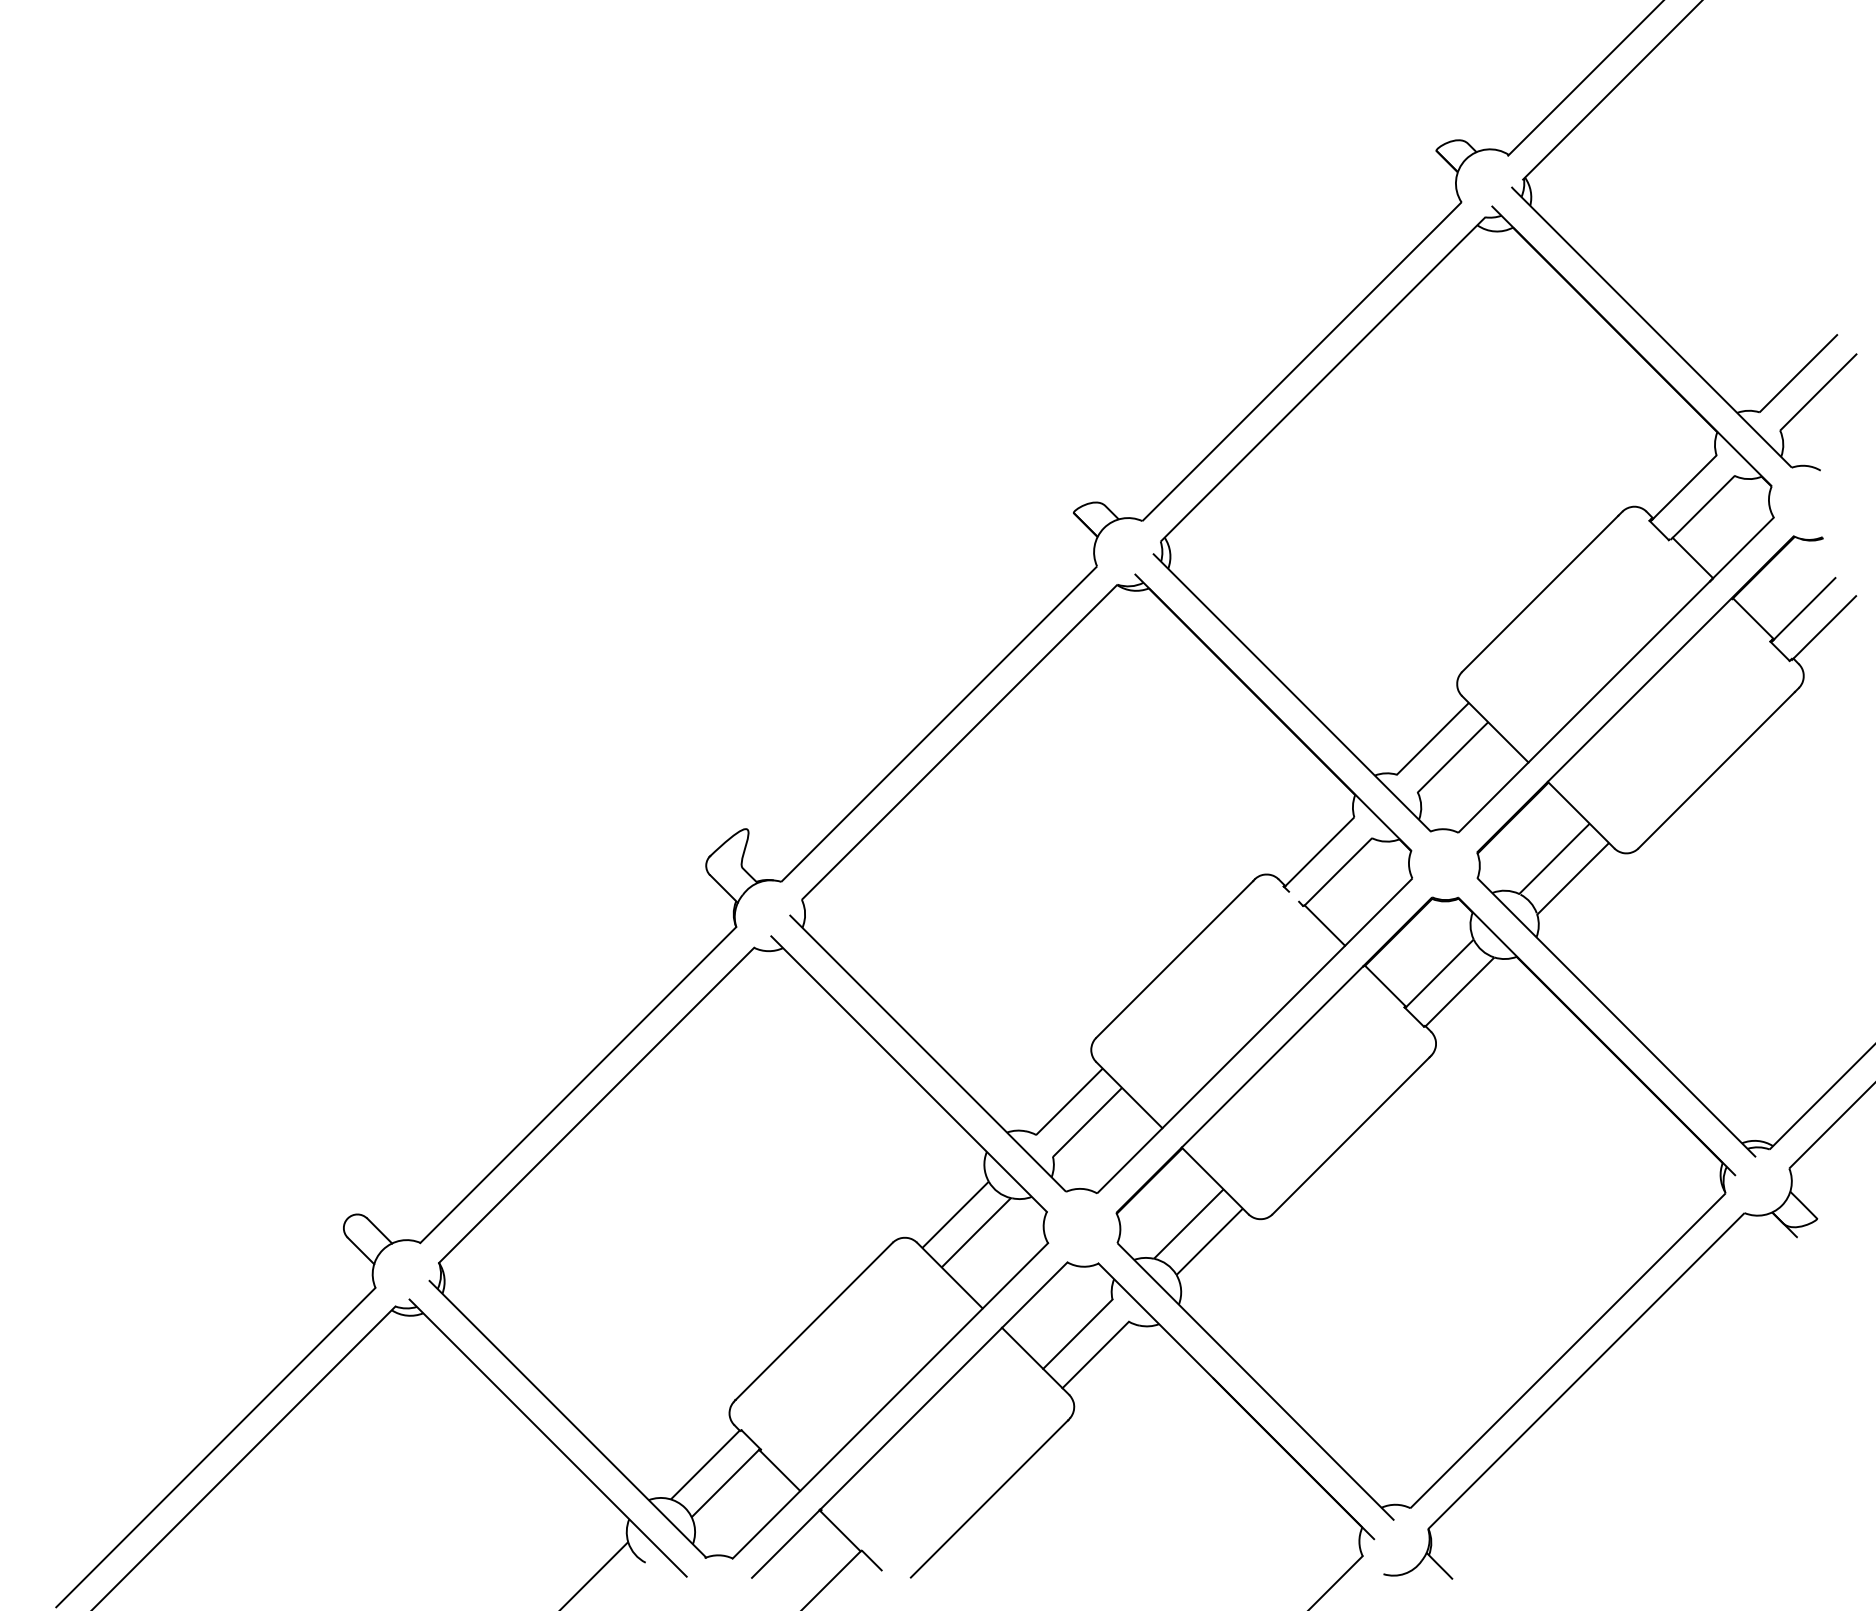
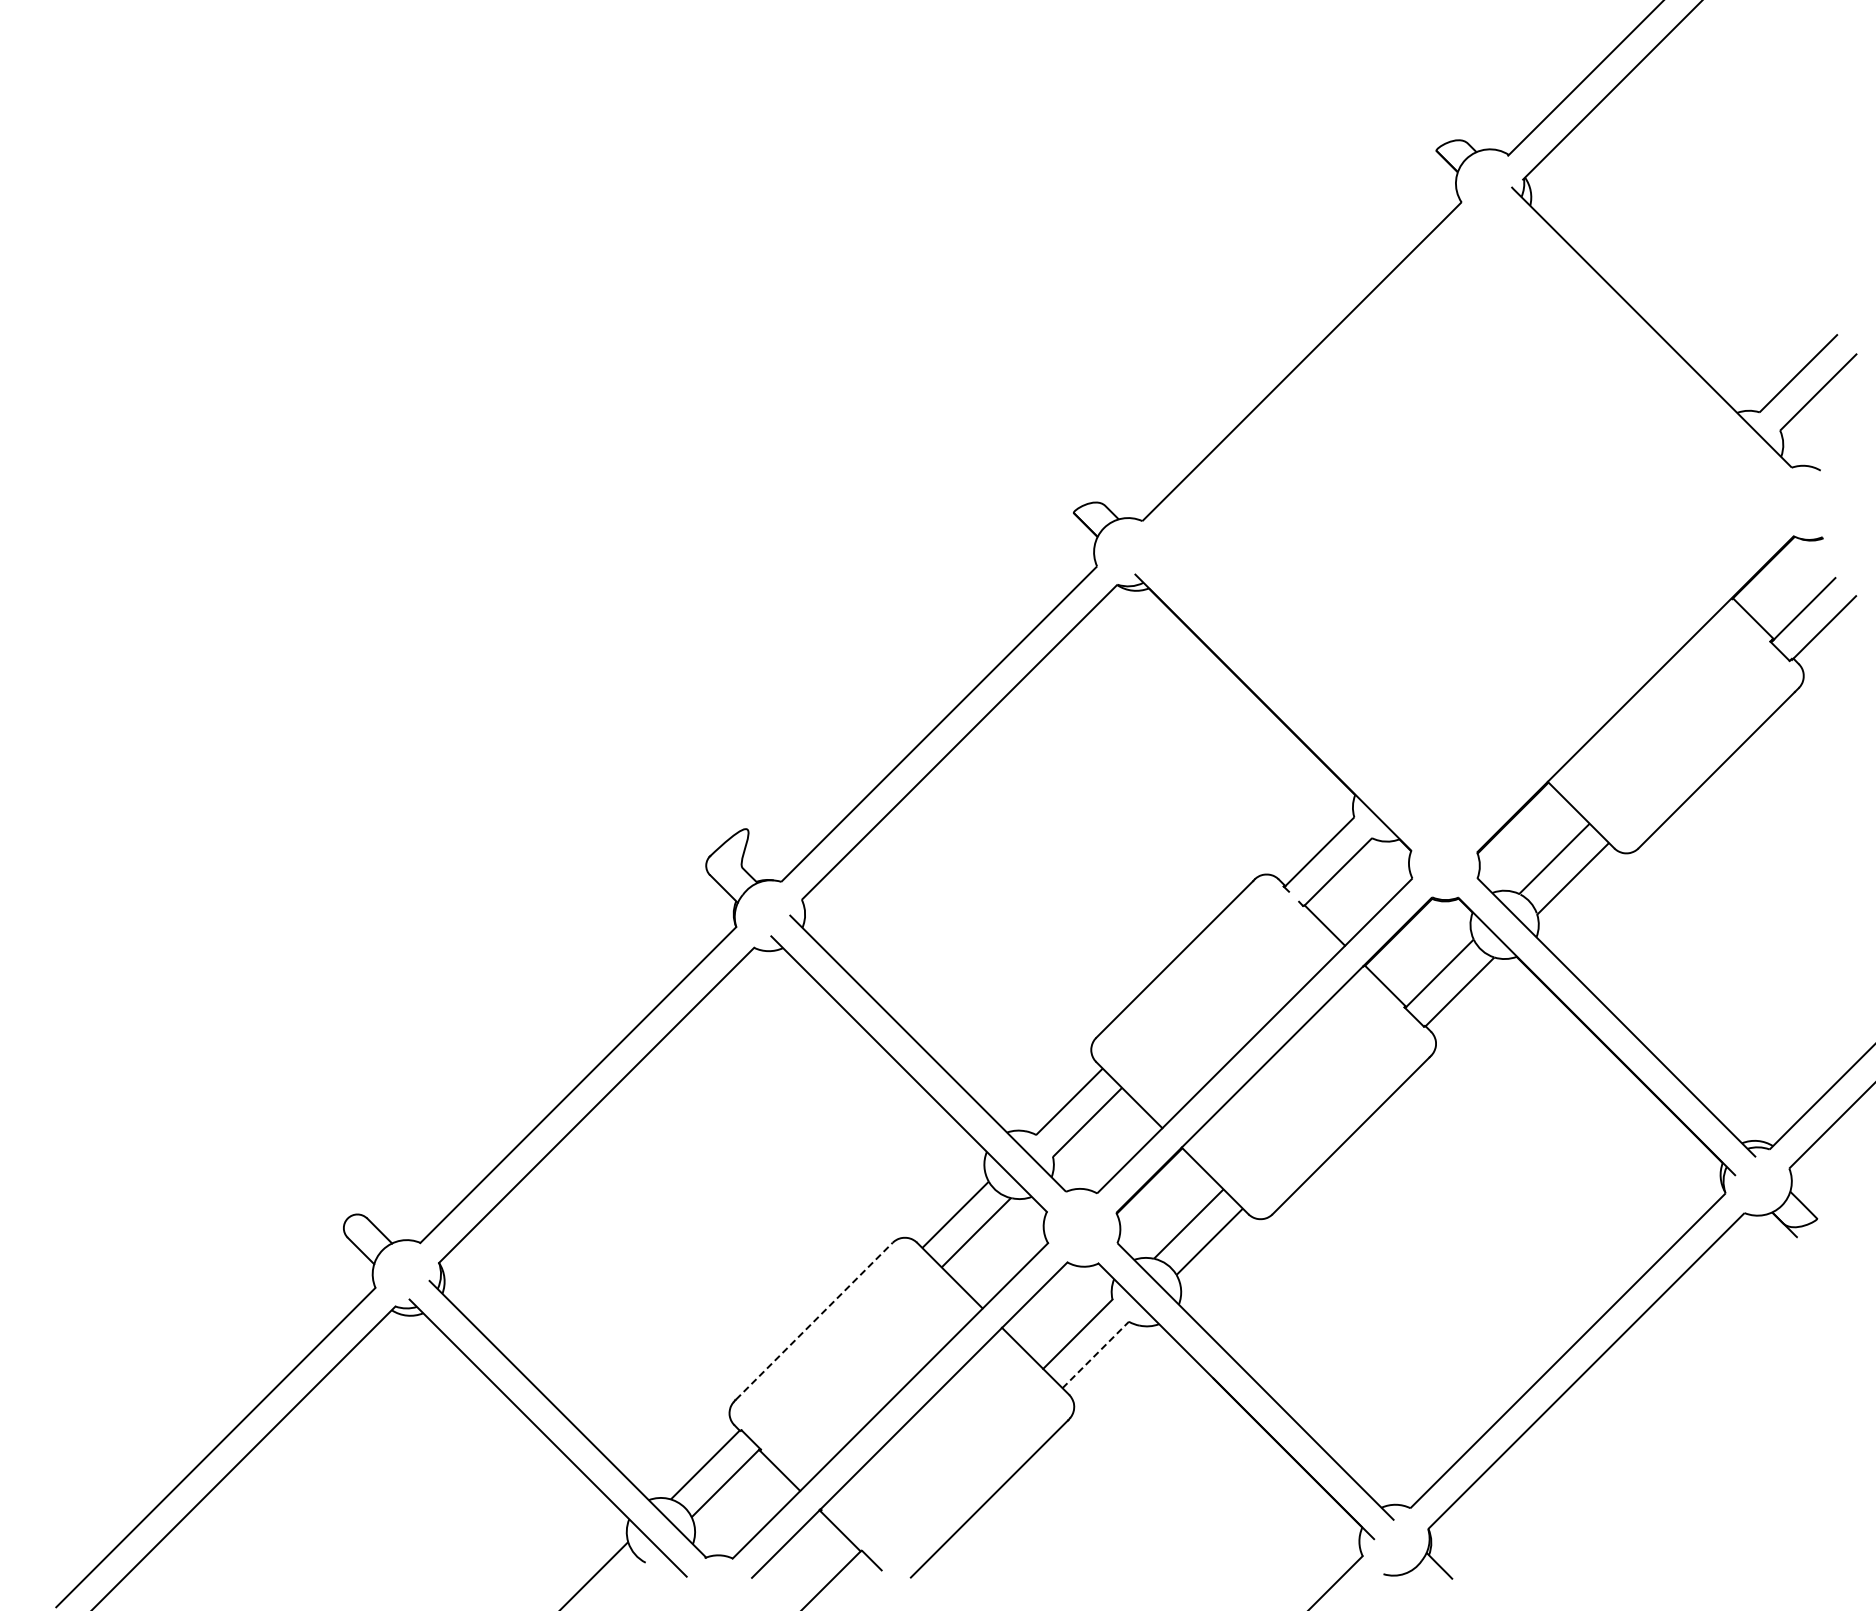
part at (1463, 519): present -> none
line at (814, 1321): solid -> dashed
line at (1095, 1355): solid -> dashed
